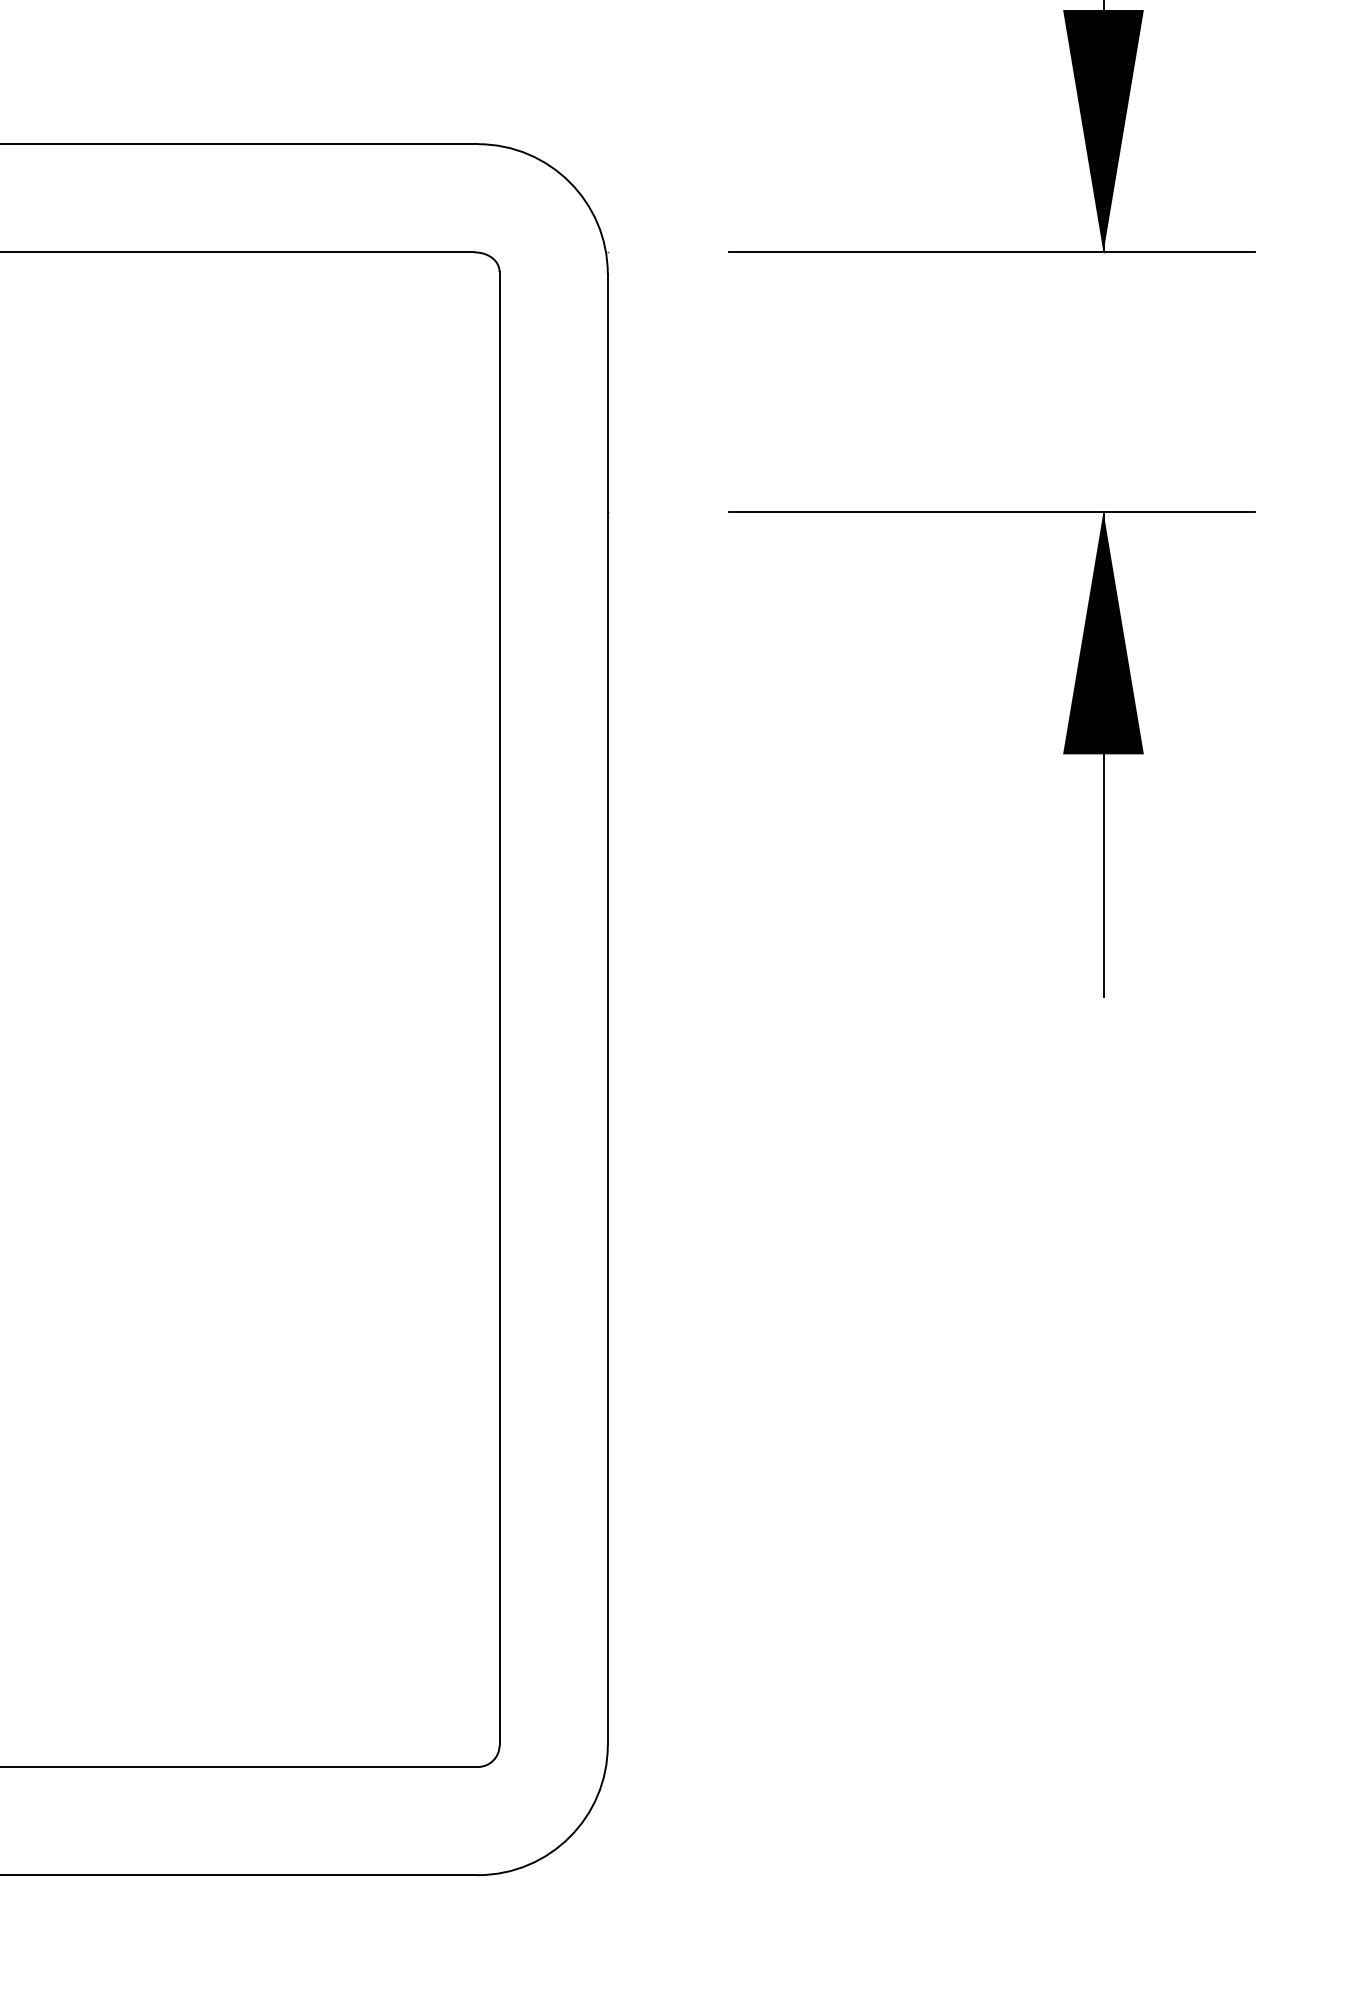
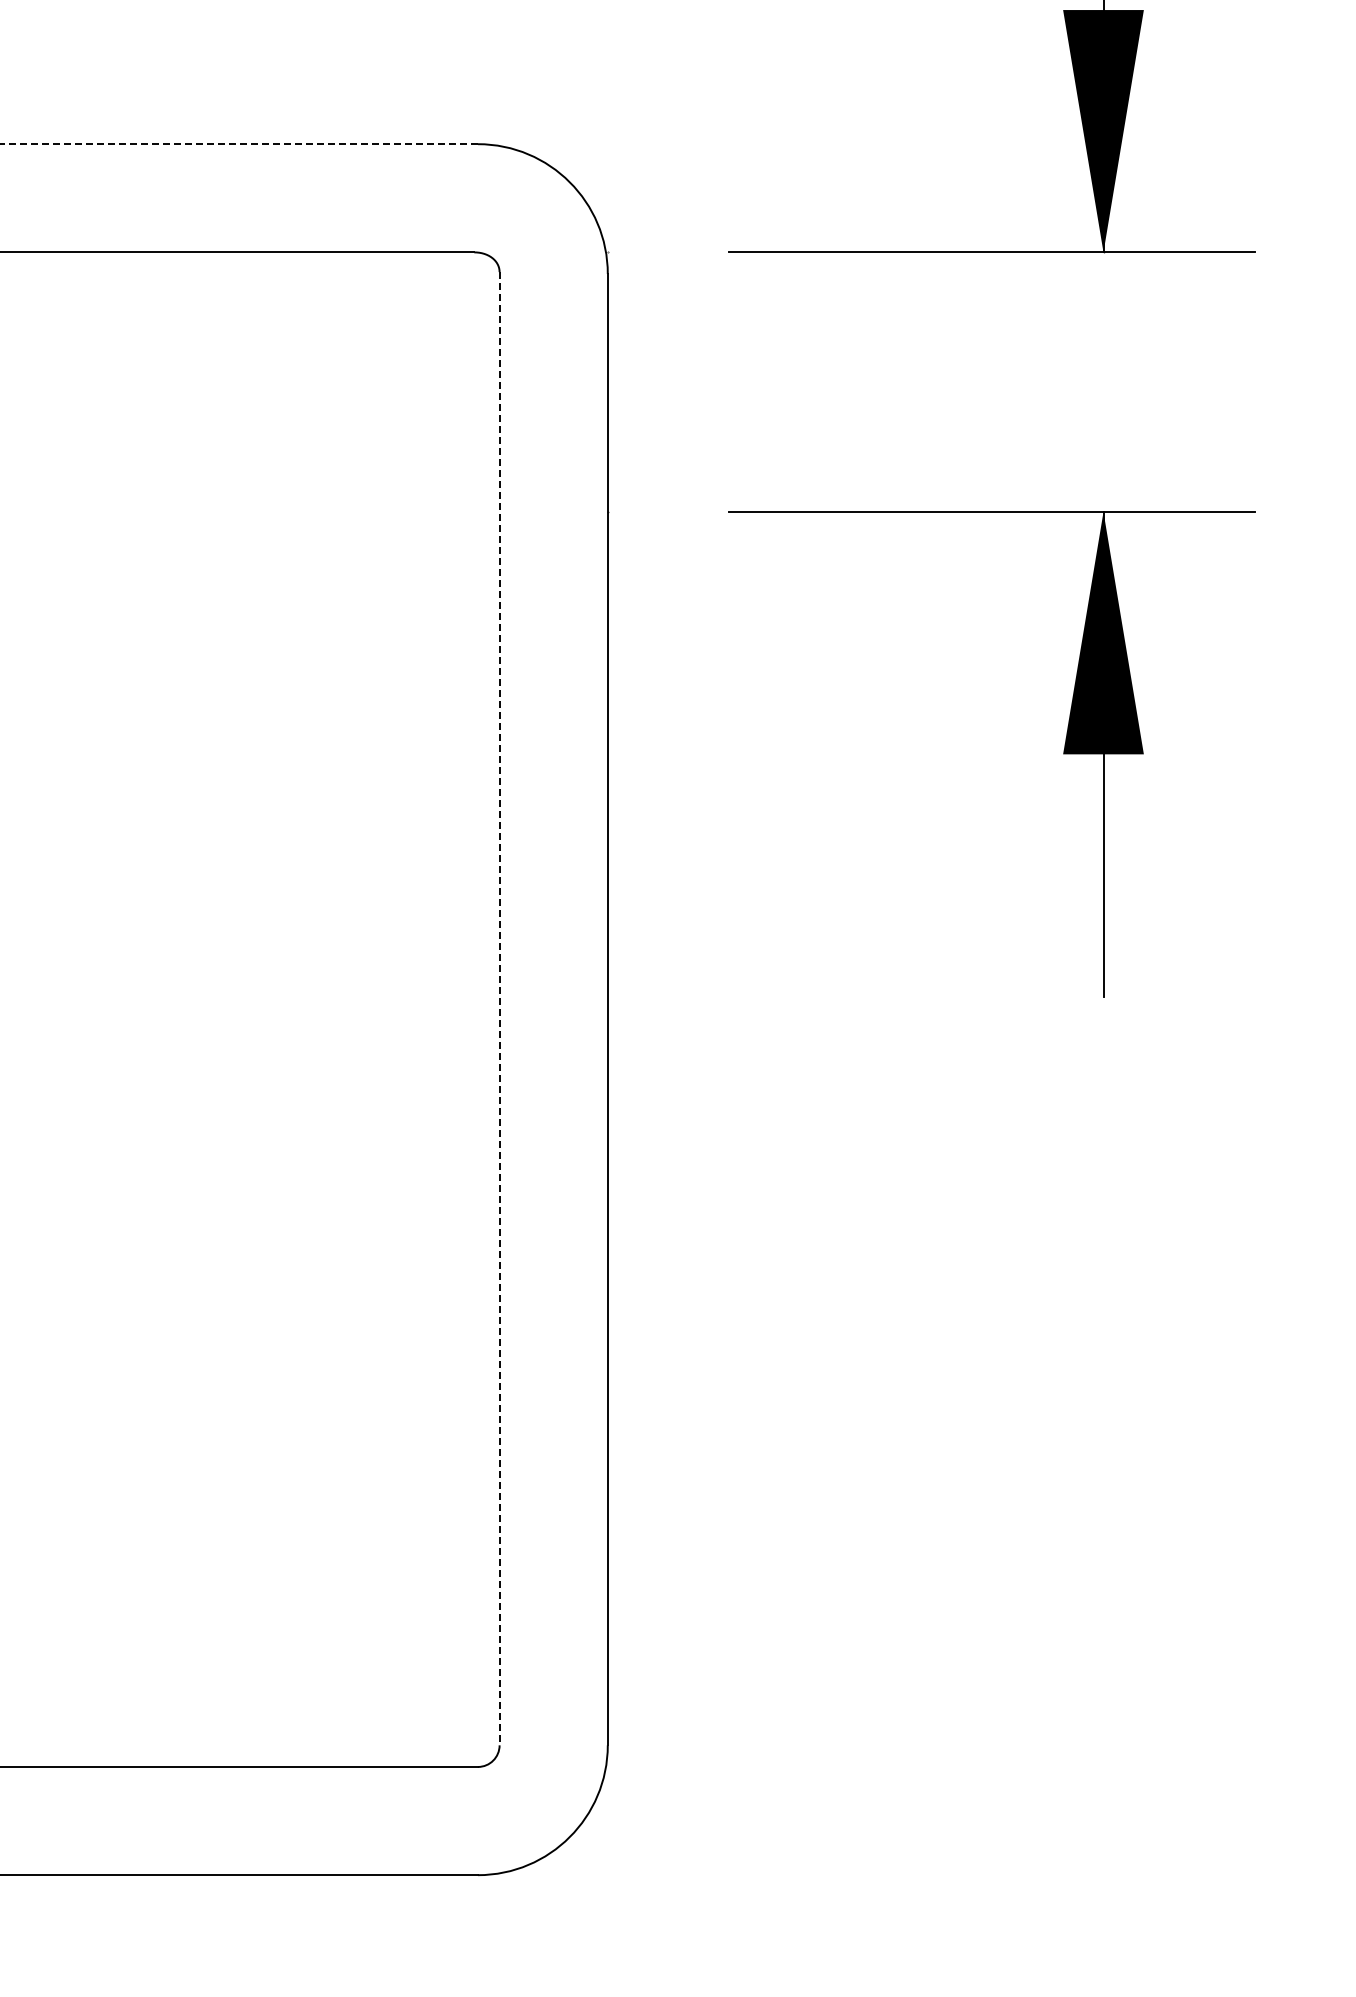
line at (239, 144): solid -> dashed
line at (499, 1008): solid -> dashed
